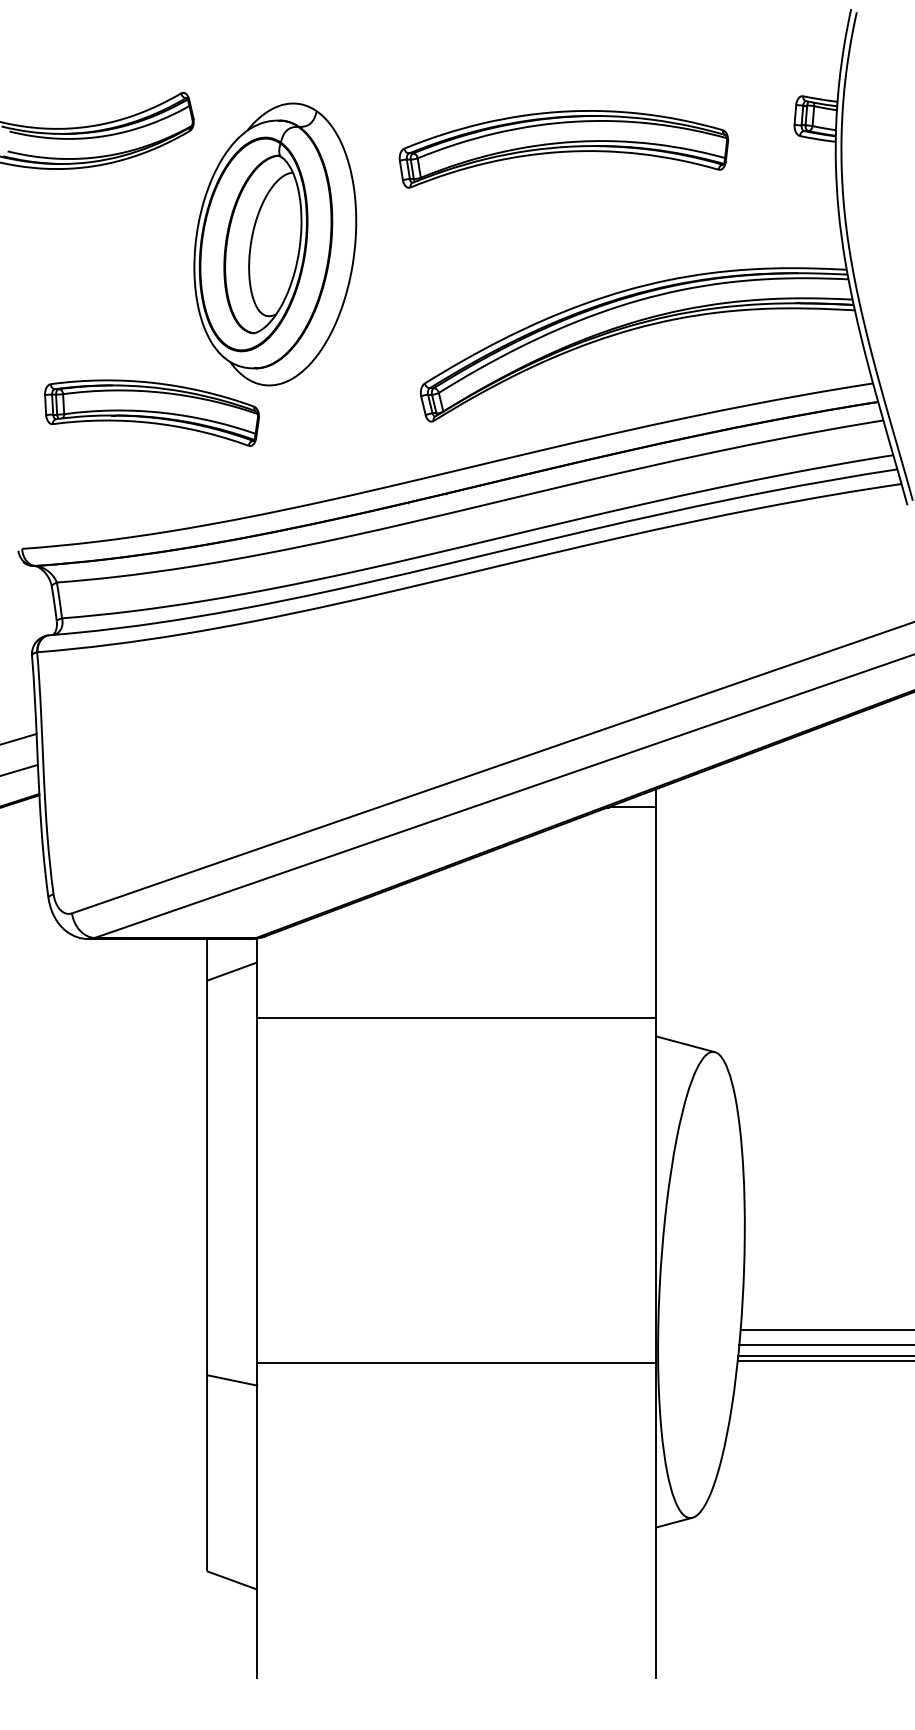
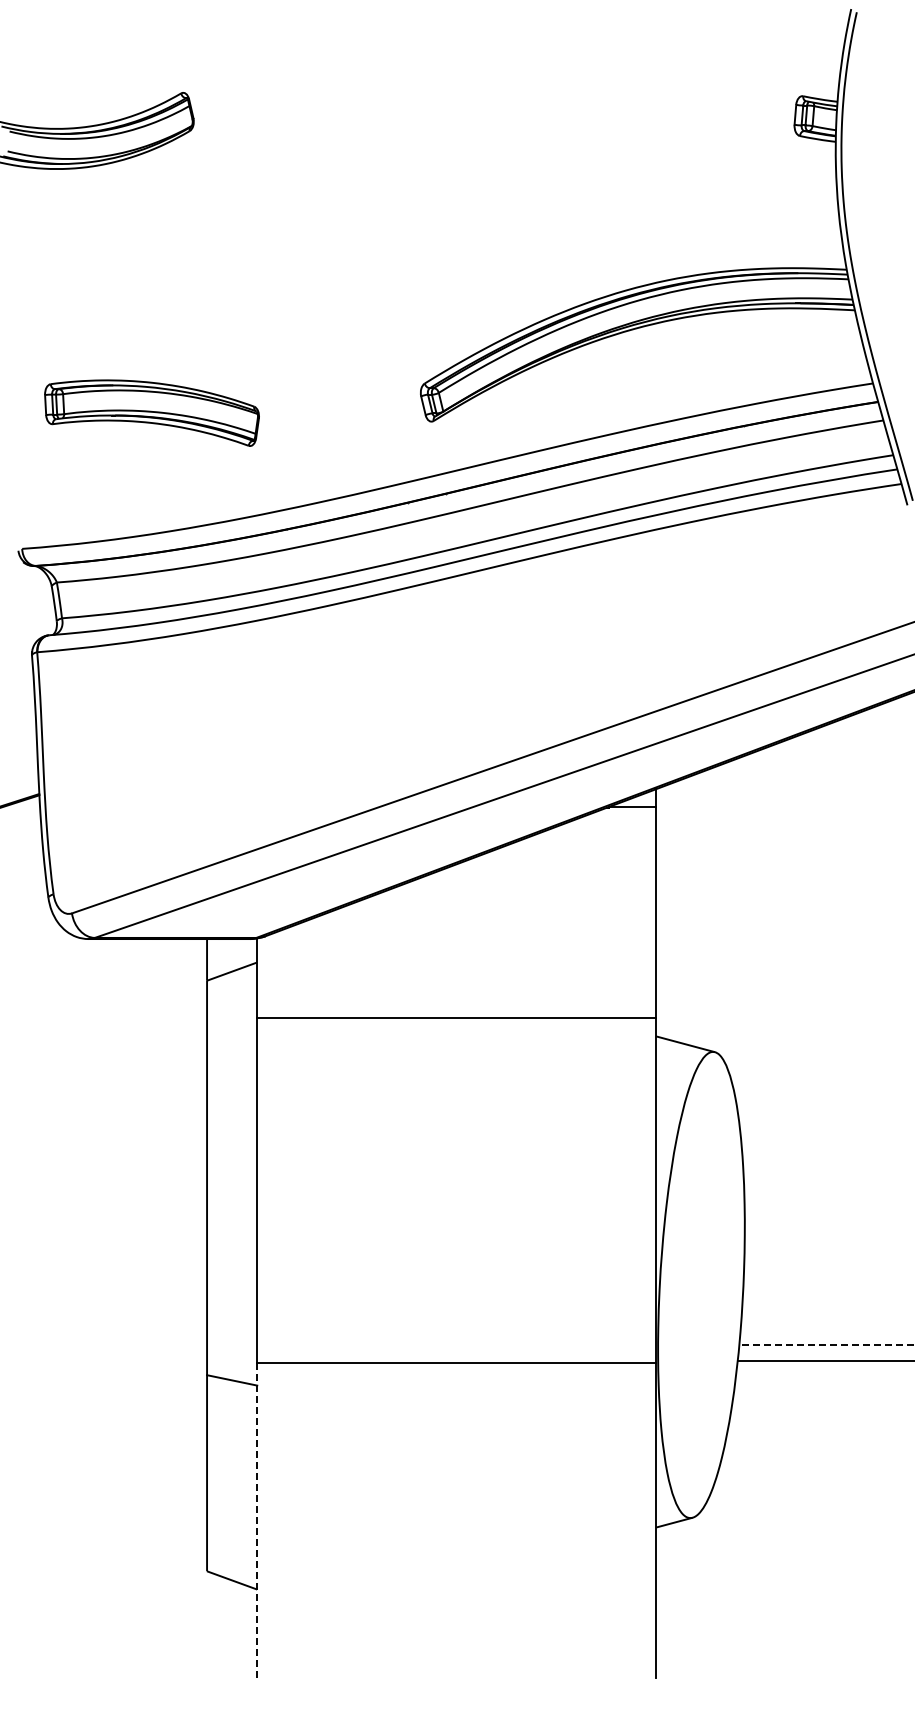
part at (563, 149): present -> none
part at (275, 244): present -> none
line at (19, 738): present -> none
line at (19, 769): present -> none
line at (825, 1330): present -> none
line at (826, 1345): solid -> dashed
line at (824, 1355): present -> none
line at (257, 1520): solid -> dashed
